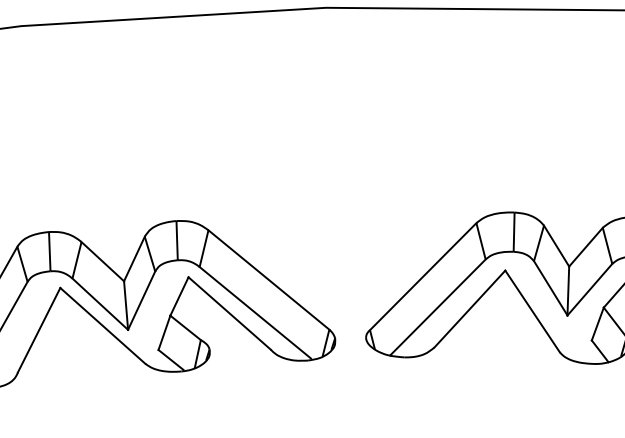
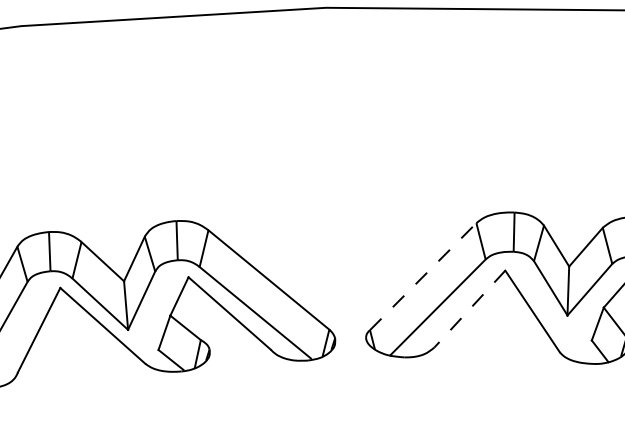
line at (423, 276): solid -> dashed
line at (469, 309): solid -> dashed
